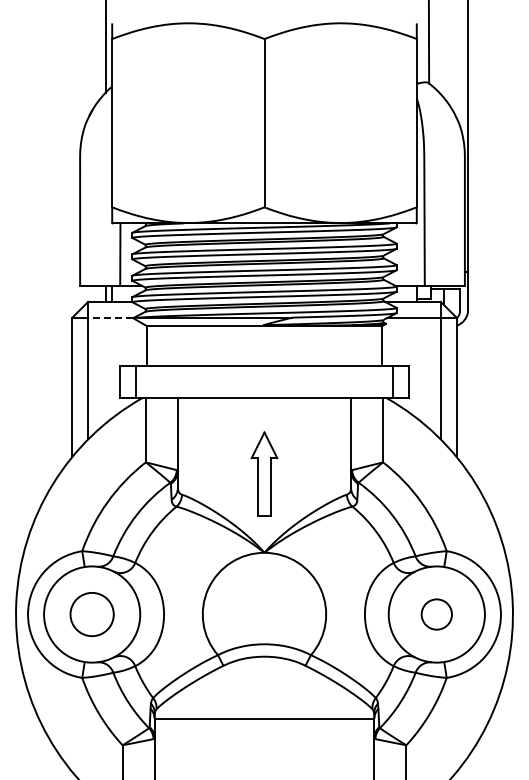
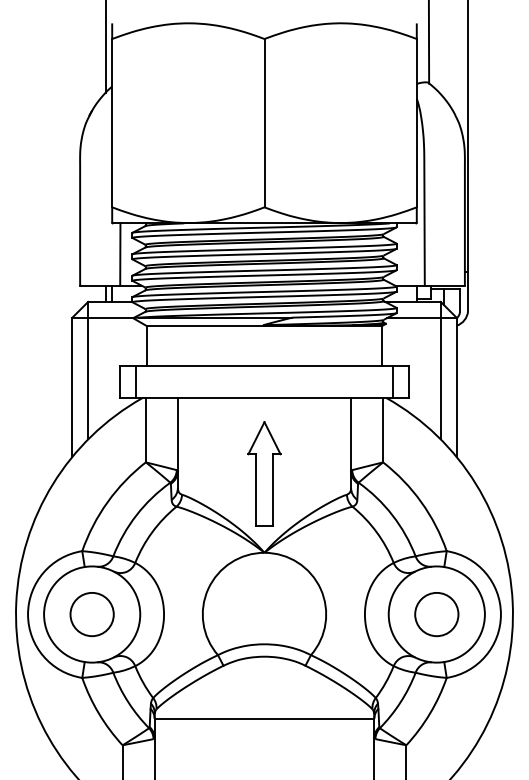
line at (110, 317): dashed -> solid
part at (264, 473) size: 29x86 px -> 35x106 px
circle at (436, 614) diameter: 30 px -> 43 px
